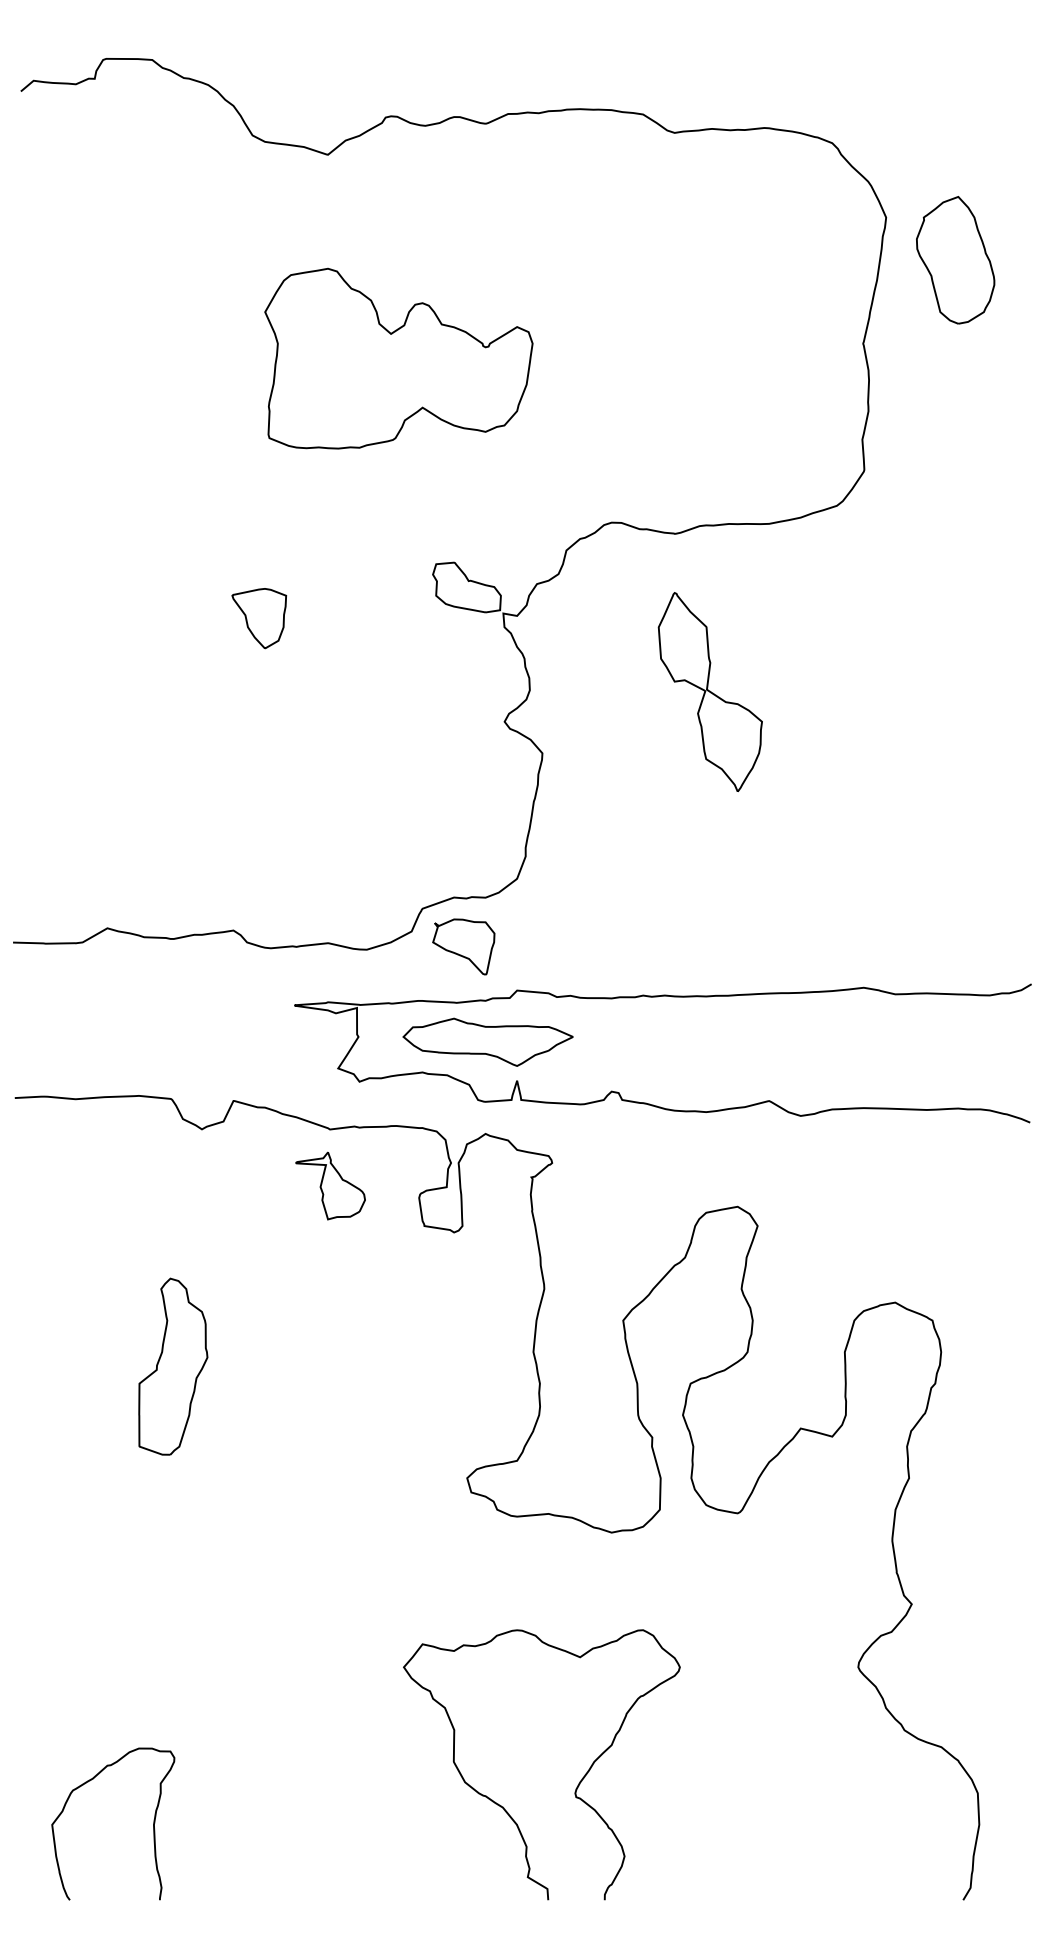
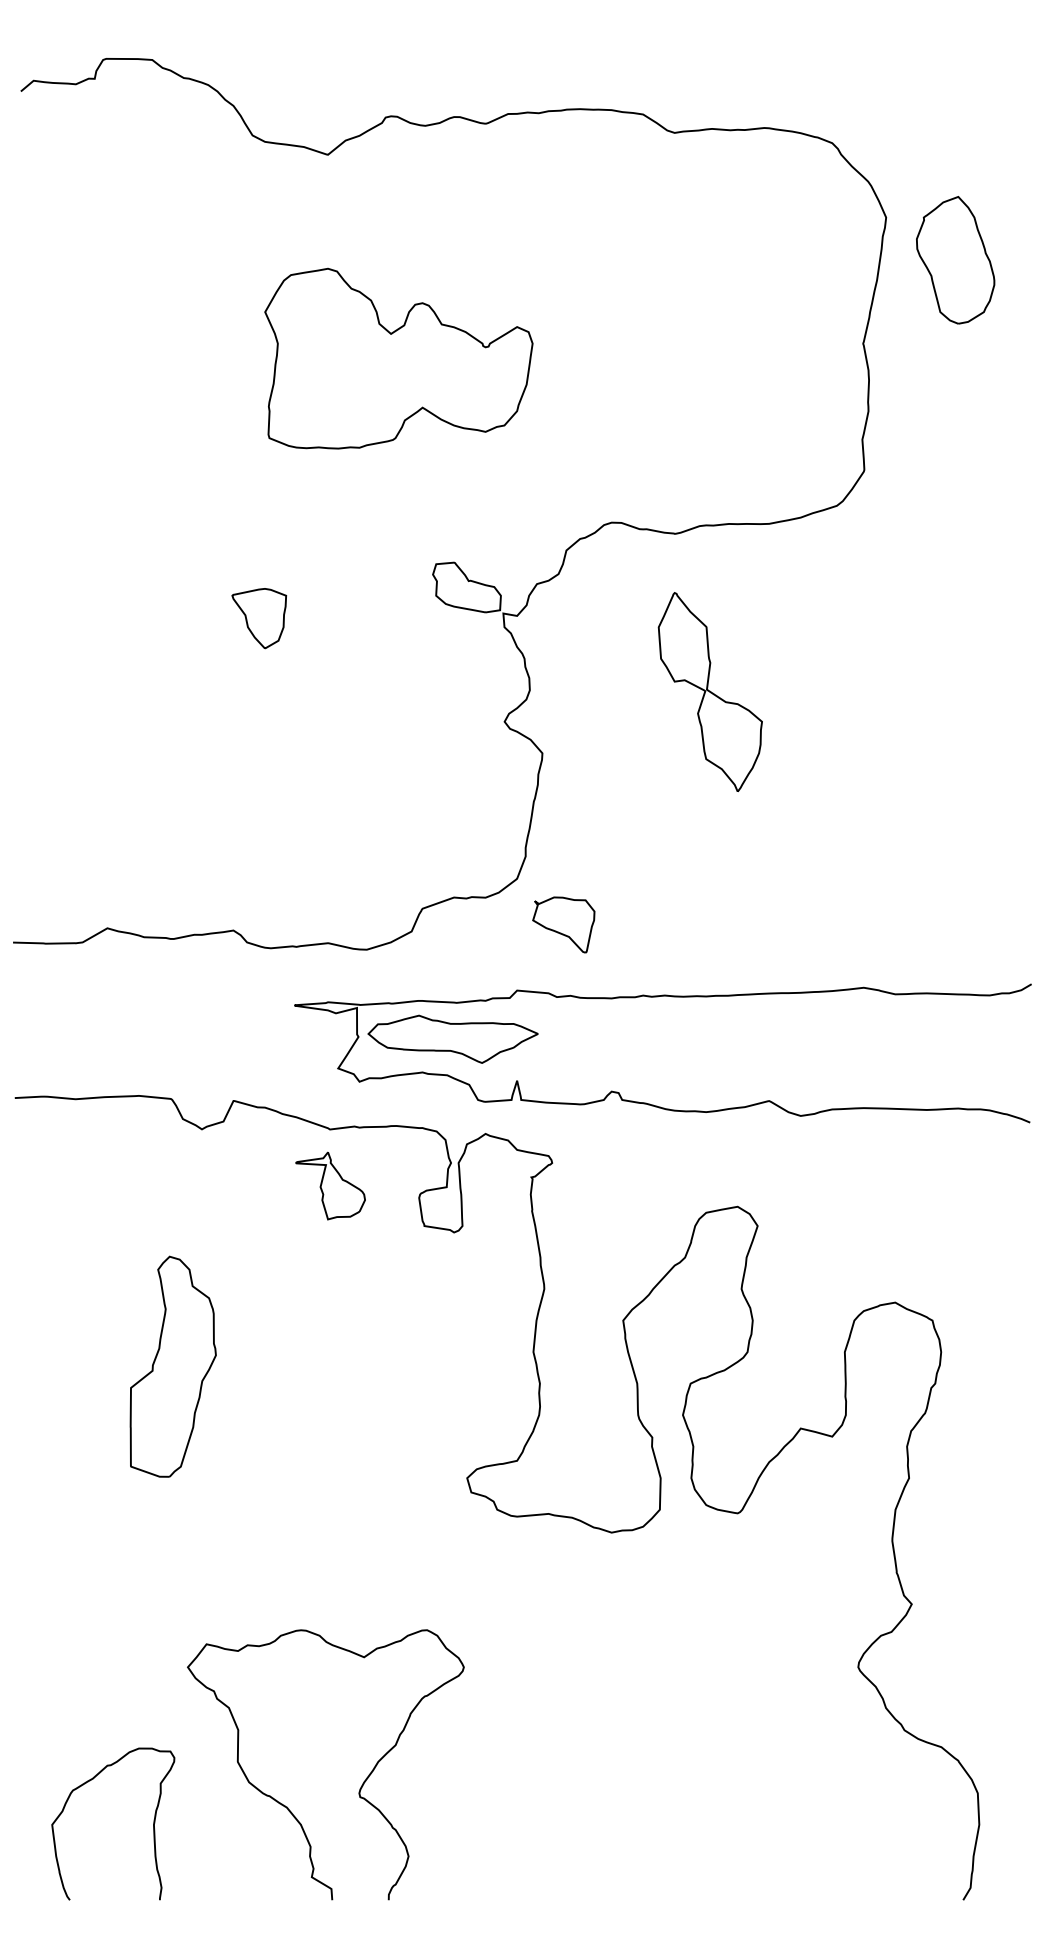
part at (463, 946) position: (463, 946) -> (563, 924)
part at (487, 1041) position: (487, 1041) -> (452, 1038)
part at (173, 1366) size: 71x179 px -> 88x223 px
curve at (578, 1783) position: (578, 1783) -> (362, 1783)
